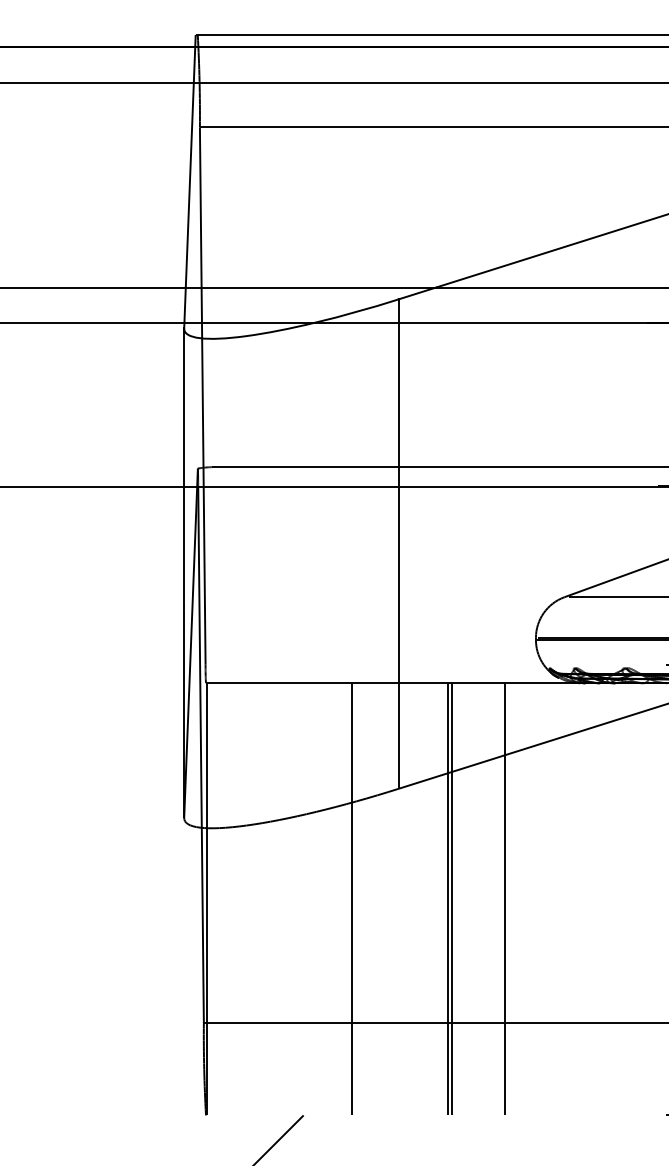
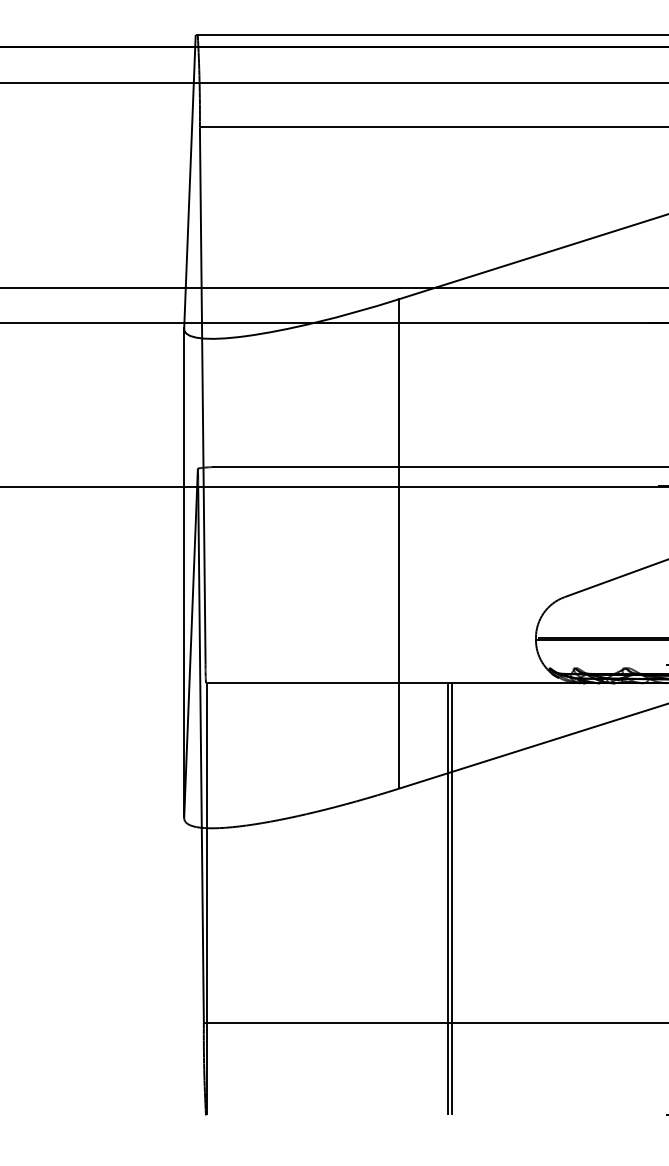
line at (616, 597): present -> none
line at (352, 899): present -> none
line at (504, 899): present -> none
line at (279, 1138): present -> none
